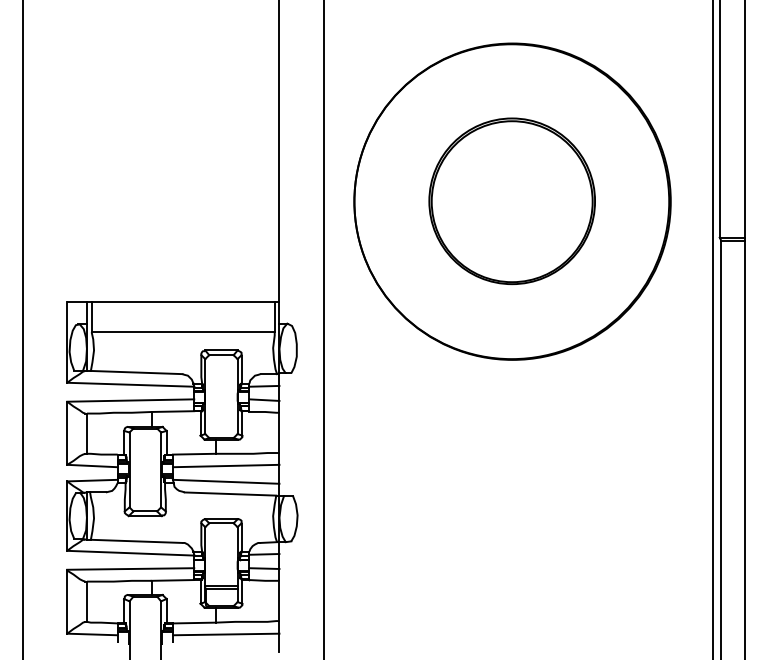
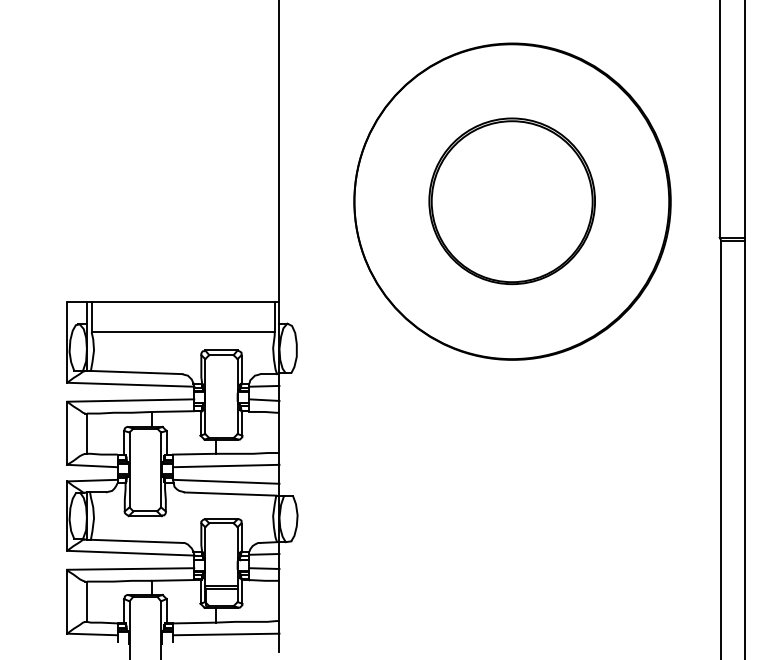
line at (23, 329): present -> none
line at (323, 329): present -> none
line at (712, 329): present -> none
